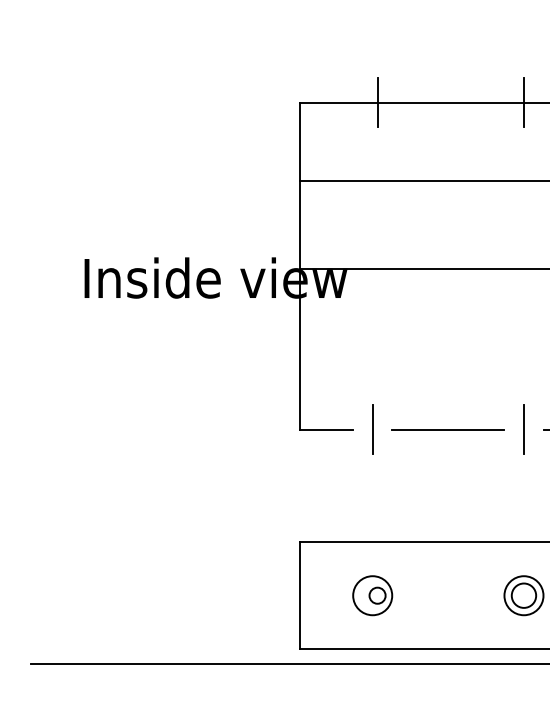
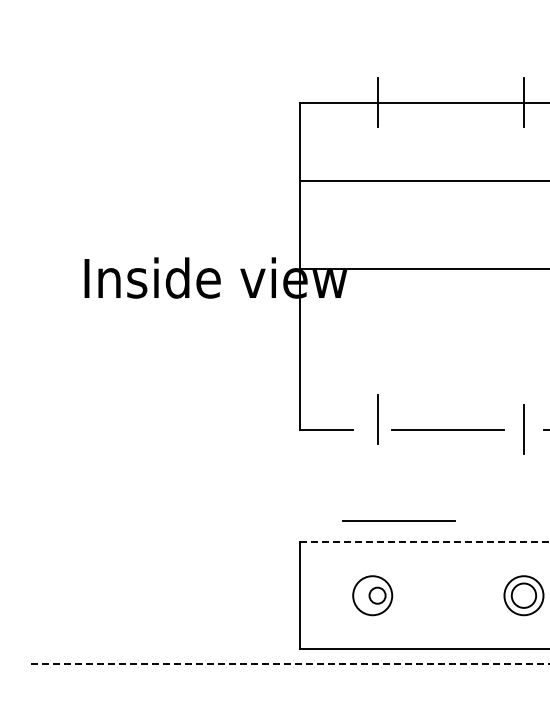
line at (372, 429) position: (372, 429) -> (377, 419)
line at (398, 520): none -> present
line at (424, 542): solid -> dashed
line at (291, 664): solid -> dashed
